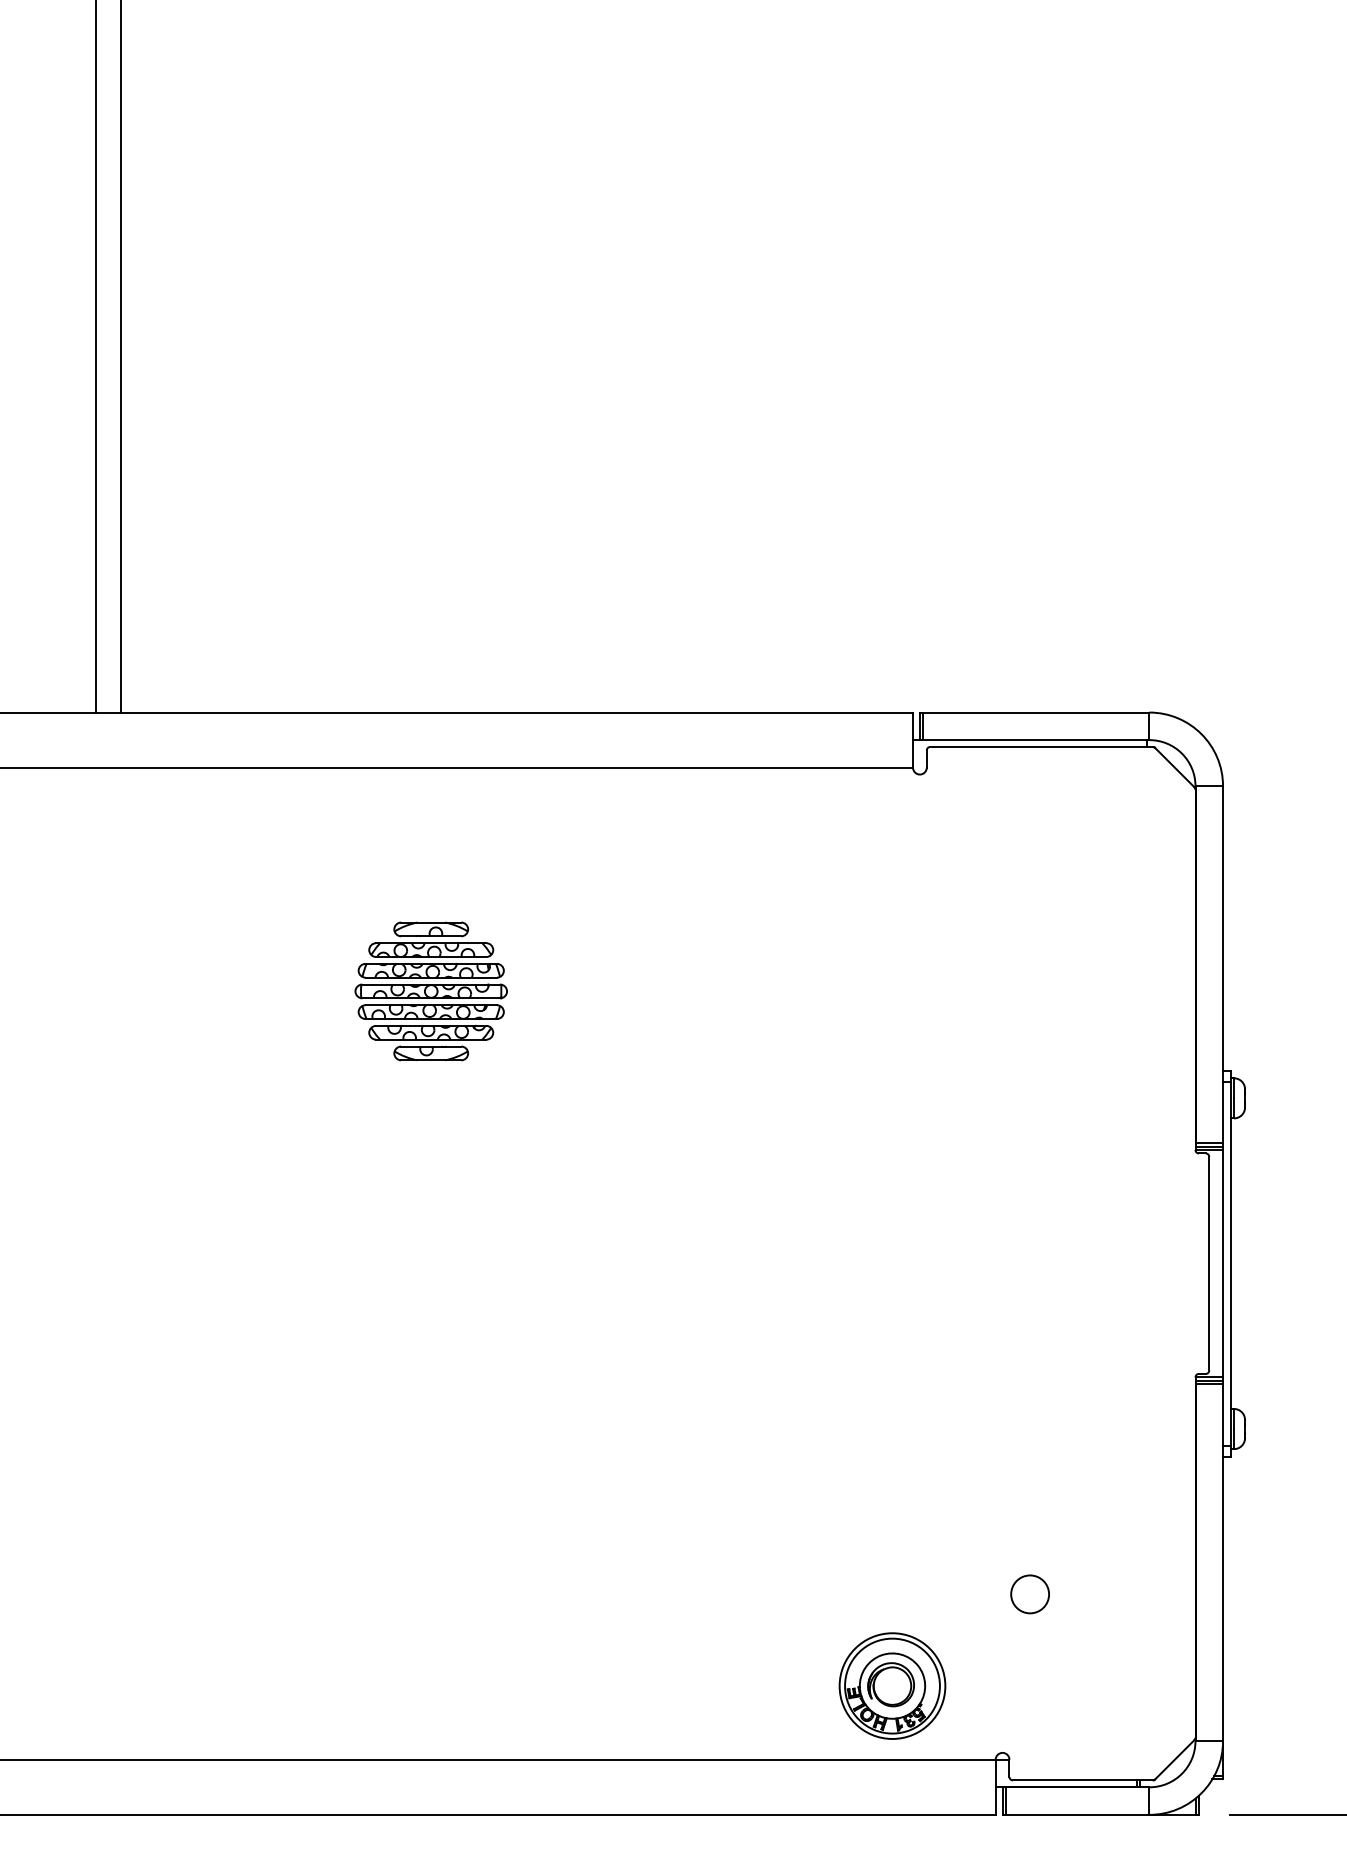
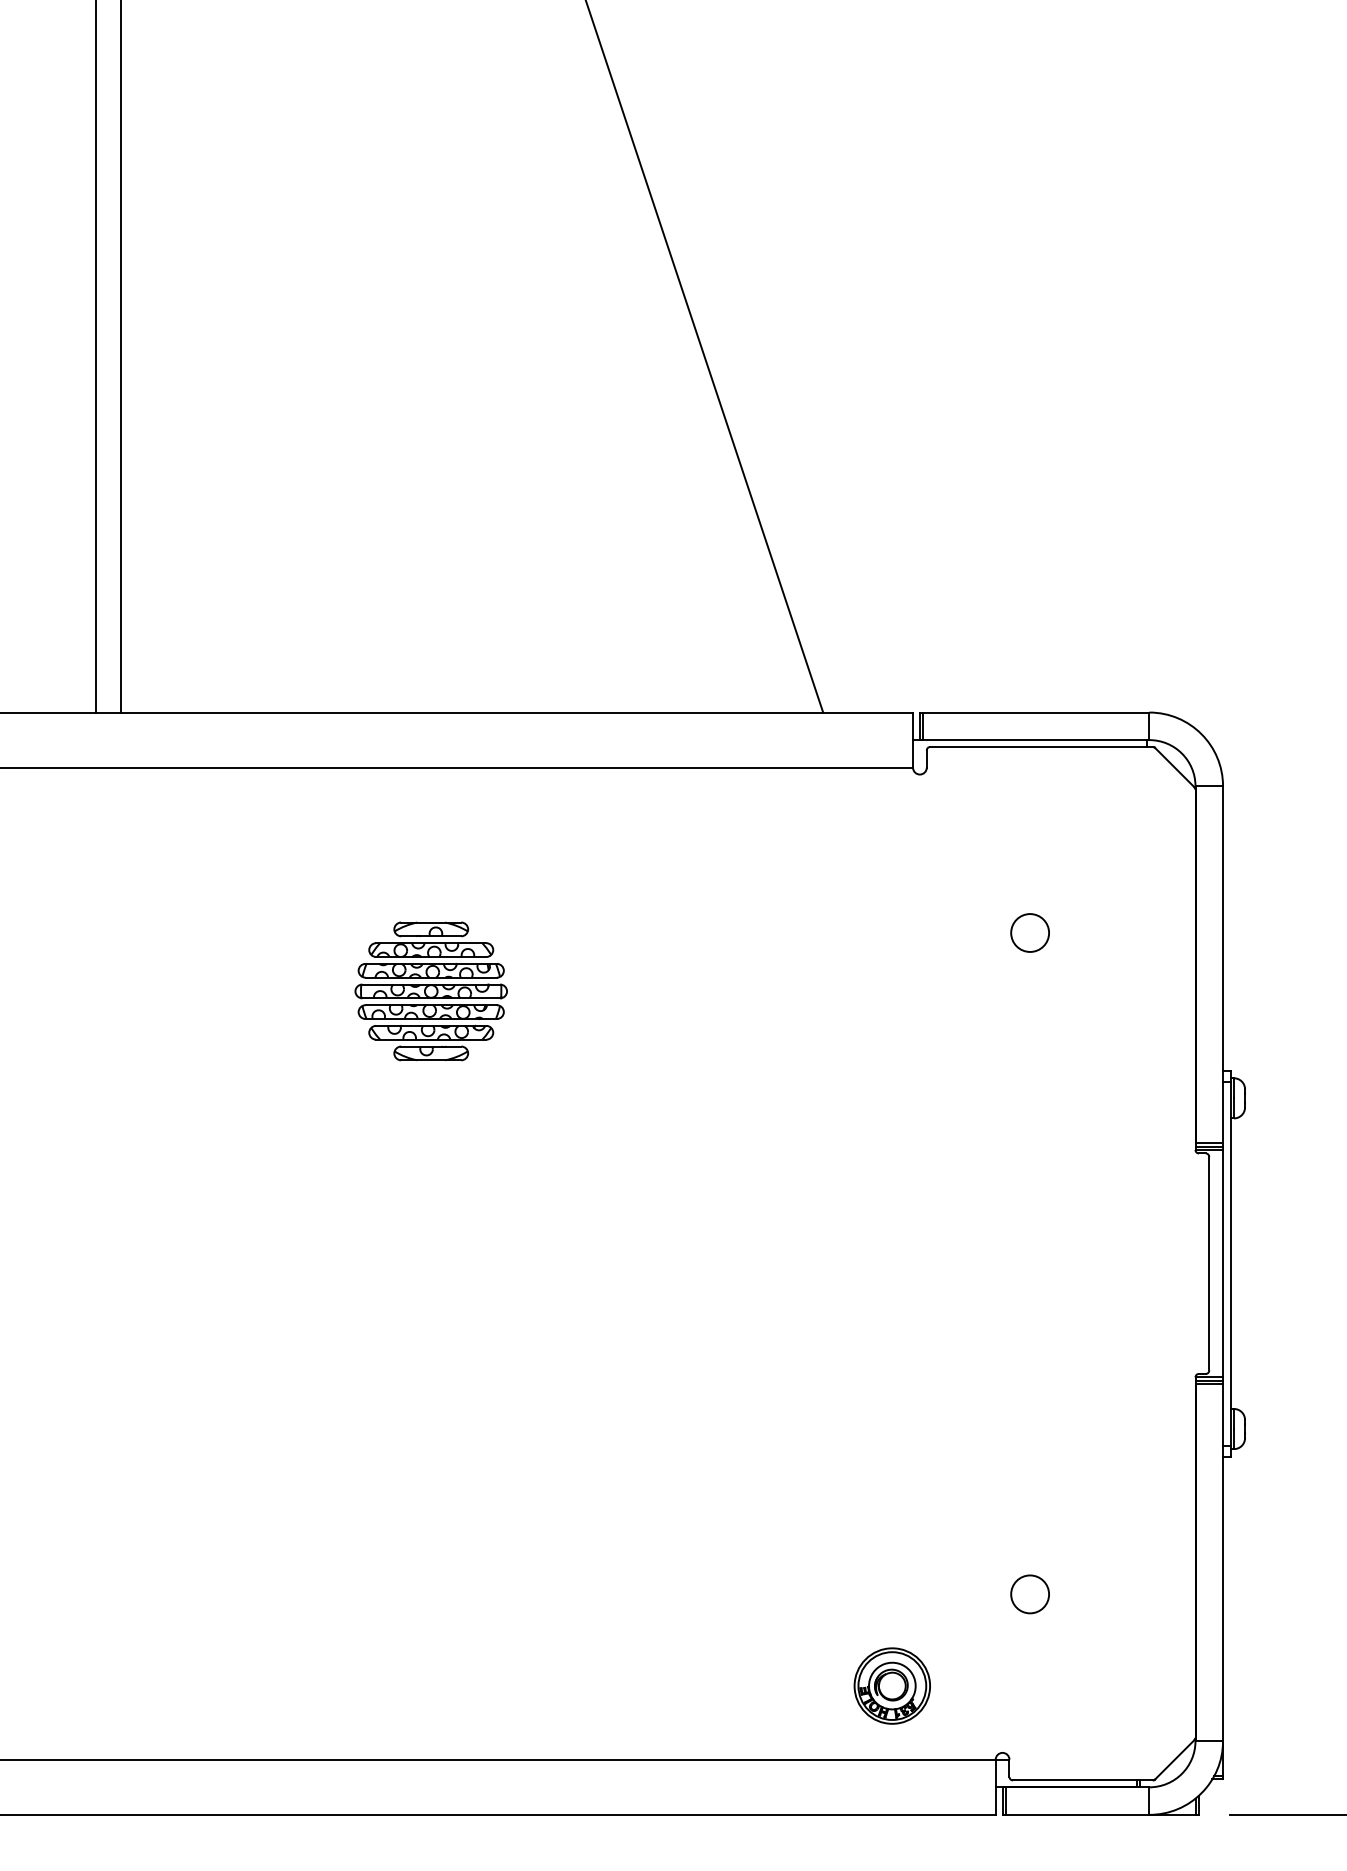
line at (704, 357): none -> present
circle at (1029, 932): none -> present
part at (892, 1685) size: 109x108 px -> 78x78 px
